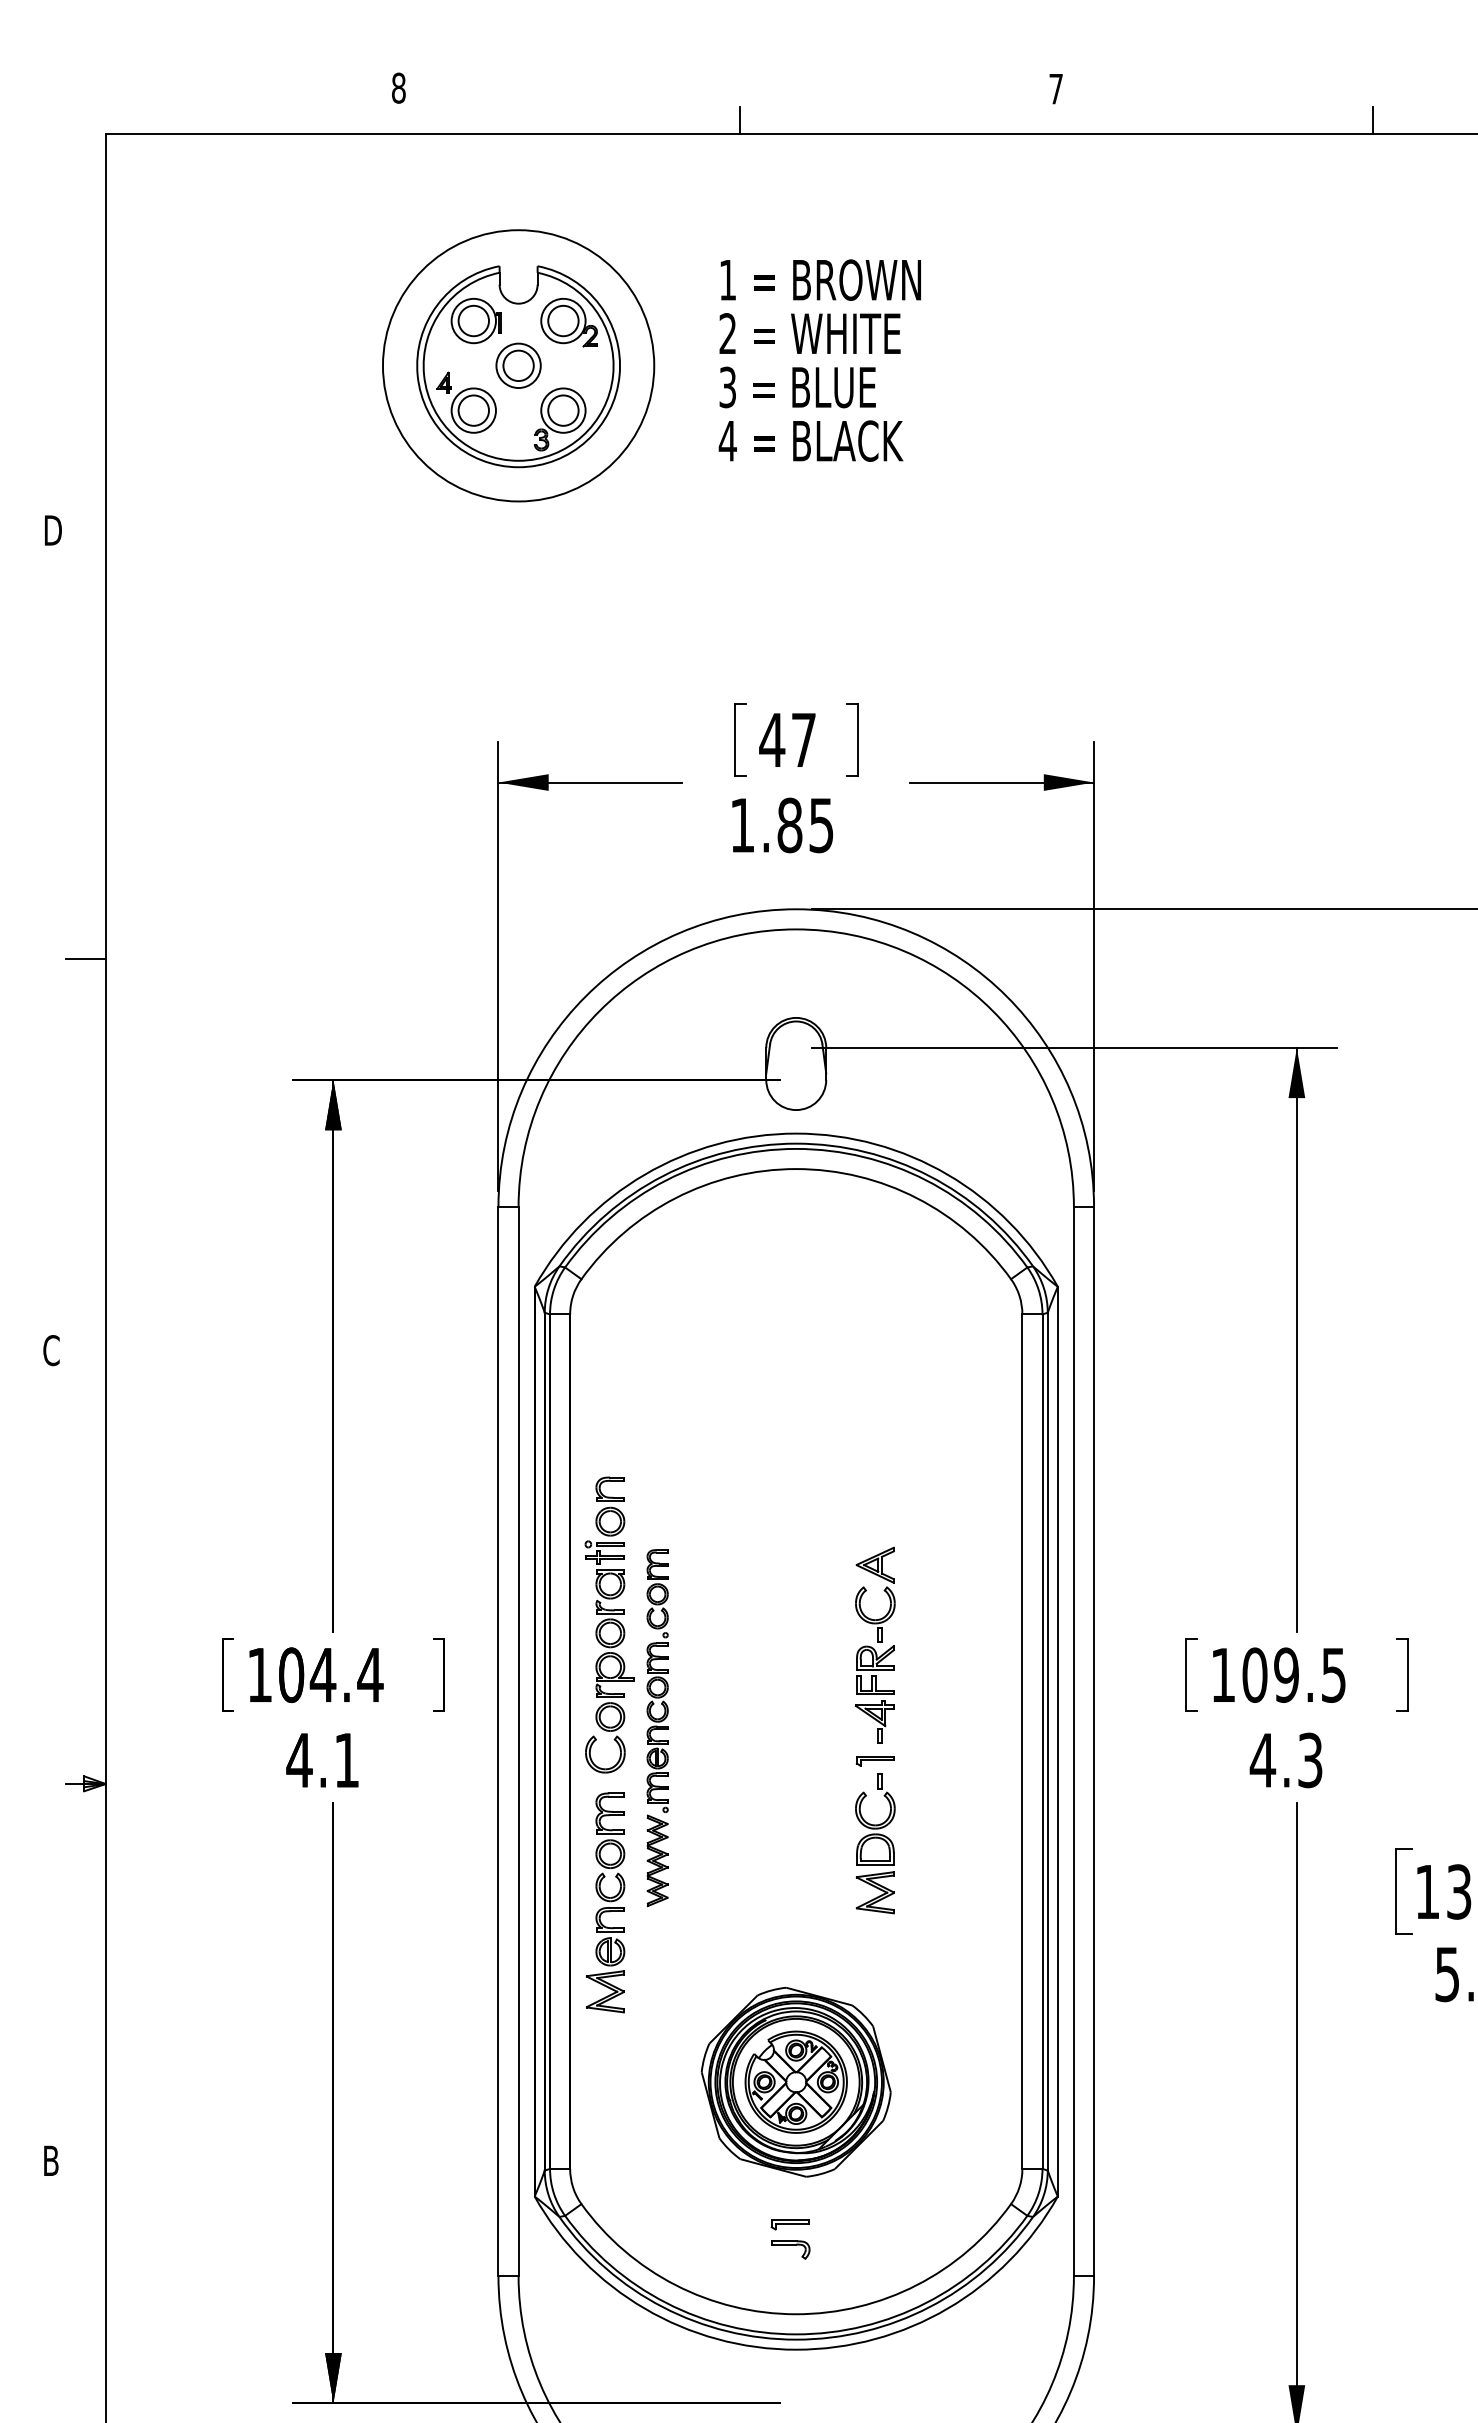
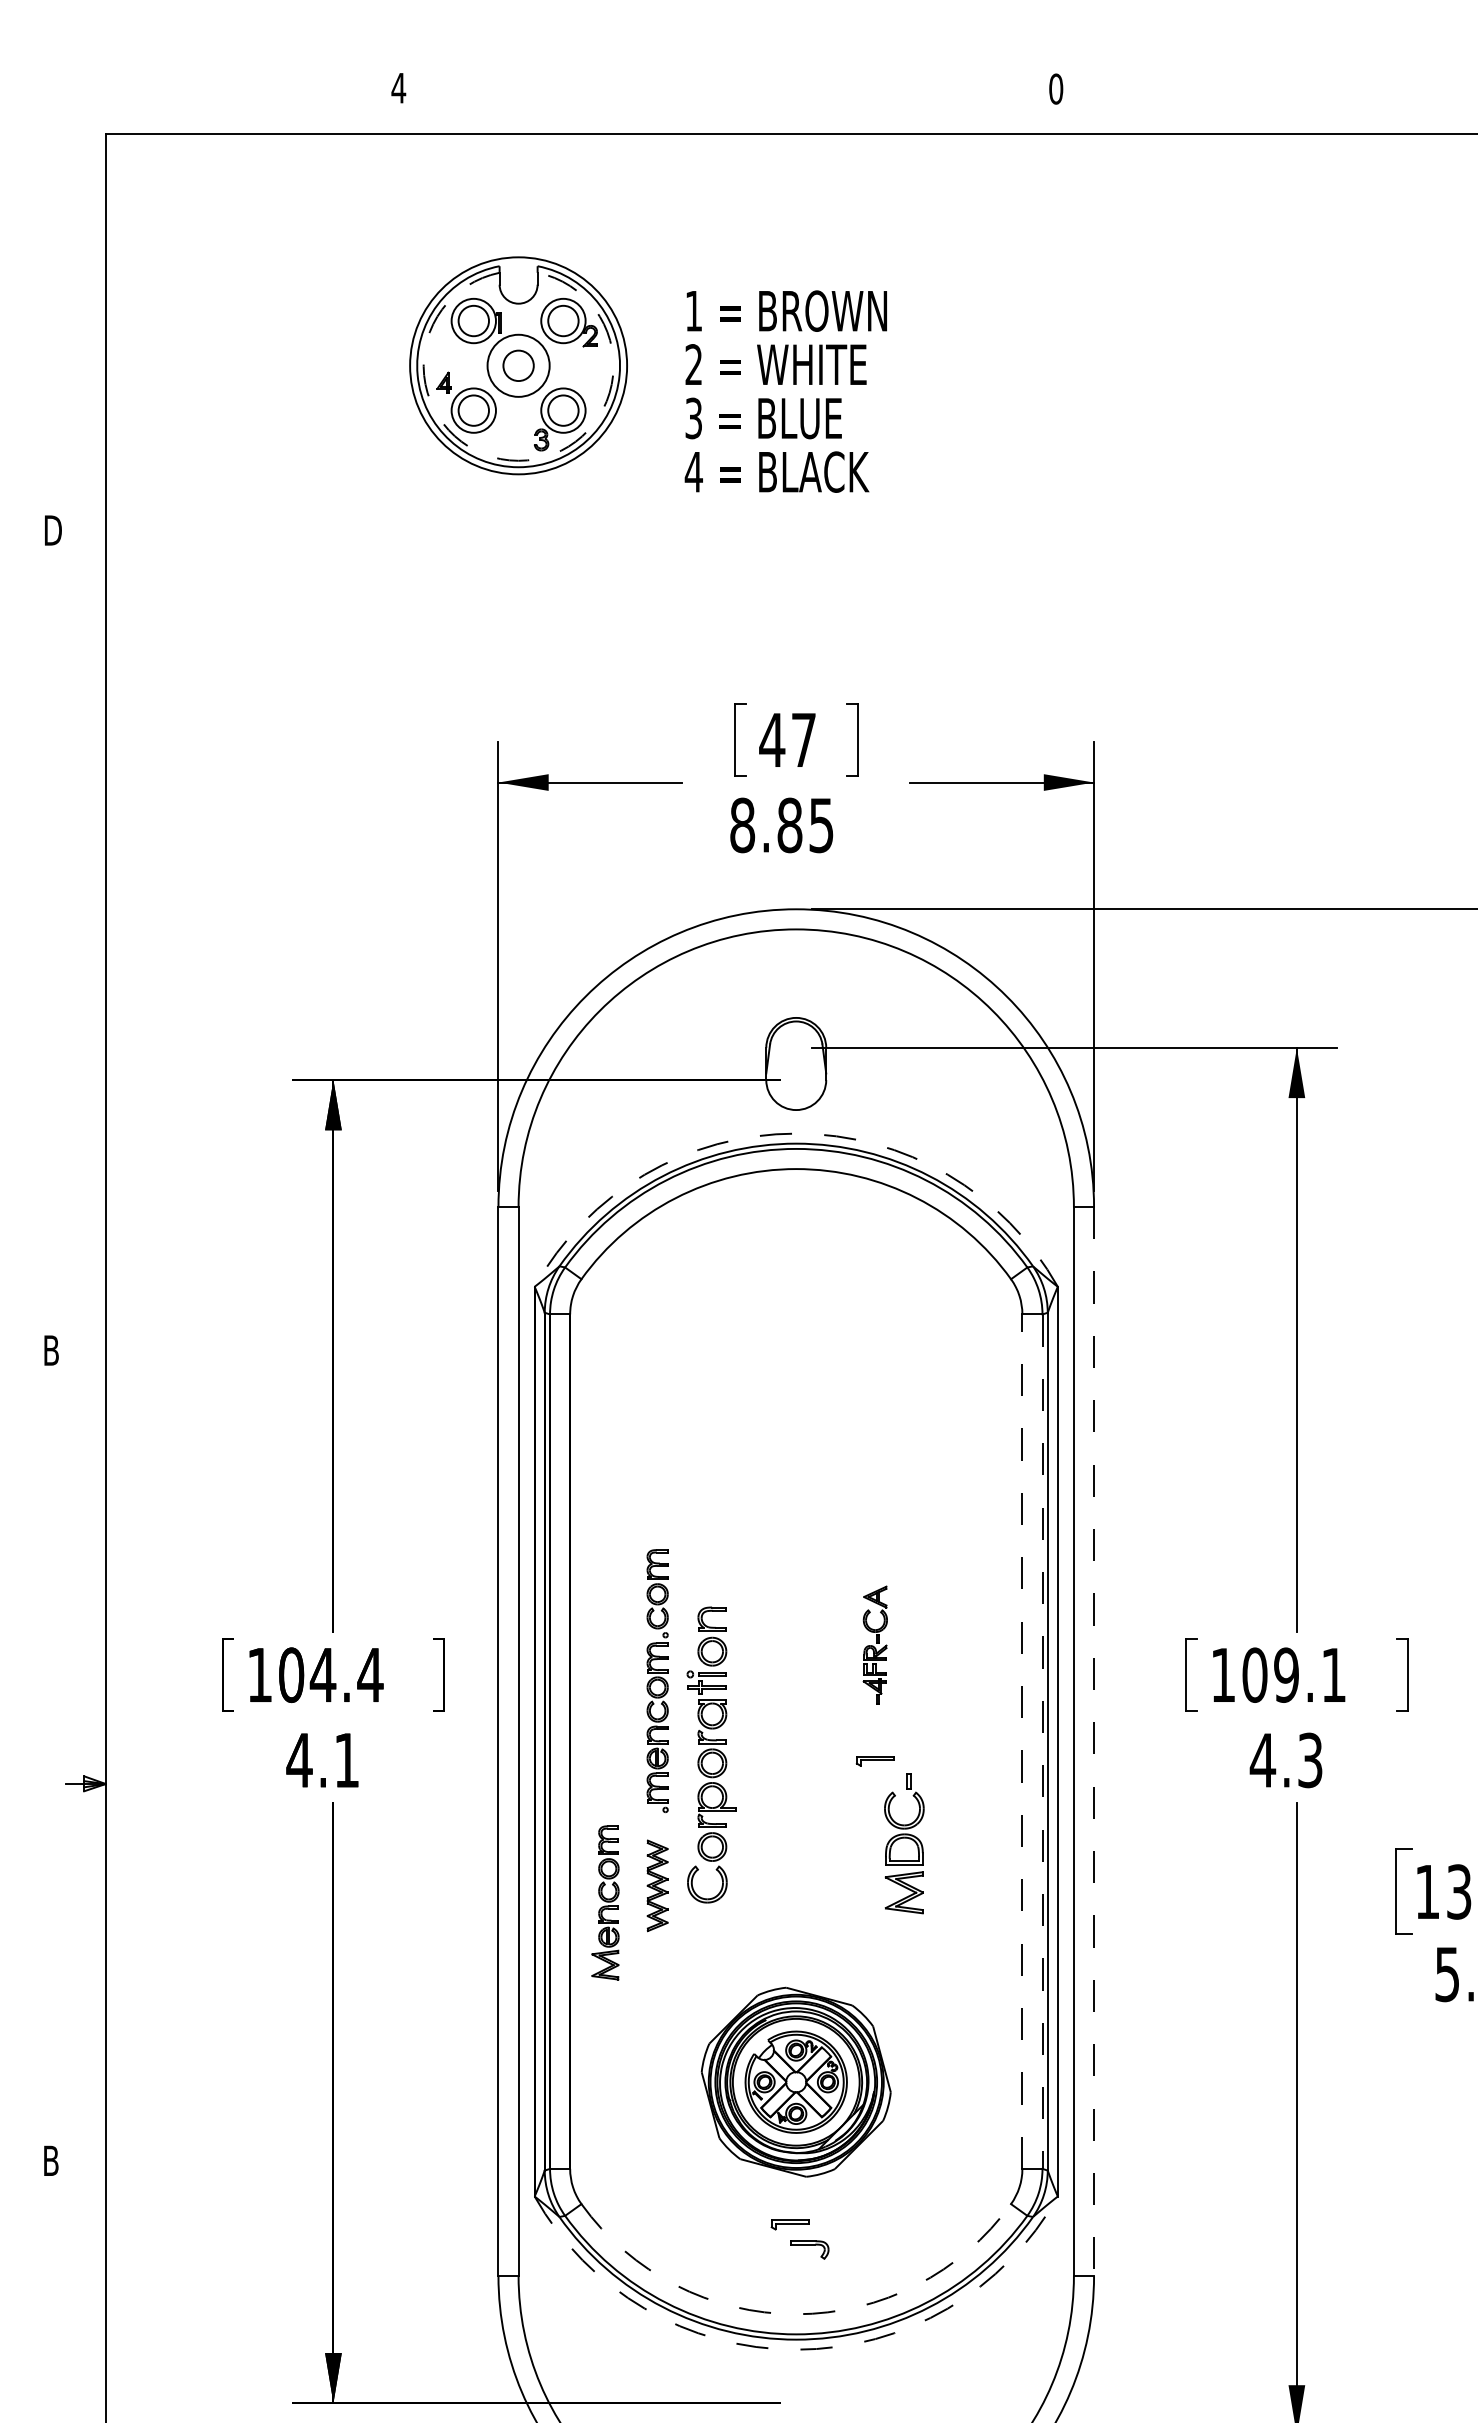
text at (398, 87): 8 -> 4
text at (1056, 88): 7 -> 0
line at (739, 120): present -> none
line at (1373, 120): present -> none
text at (819, 360) position: (819, 360) -> (785, 391)
circle at (518, 365) diameter: 271 px -> 217 px
circle at (518, 365) diameter: 44 px -> 62 px
arc at (518, 460): solid -> dashed
text at (742, 825): 1.85 -> 8.85
line at (85, 959): present -> none
arc at (796, 1133): solid -> dashed
text at (51, 1350): C -> B
part at (609, 1624) position: (609, 1624) -> (711, 1754)
part at (875, 1644) size: 41x198 px -> 26x120 px
text at (1333, 1675): 109.5 -> 109.1
line at (1022, 1741): solid -> dashed
line at (1094, 1741): solid -> dashed
line at (1042, 1742): solid -> dashed
part at (875, 1843) position: (875, 1843) -> (904, 1843)
part at (657, 1860) position: (657, 1860) -> (657, 1885)
part at (605, 1902) size: 41x222 px -> 29x156 px
part at (790, 2249) position: (790, 2249) -> (809, 2249)
arc at (796, 2314): solid -> dashed
arc at (796, 2349): solid -> dashed
